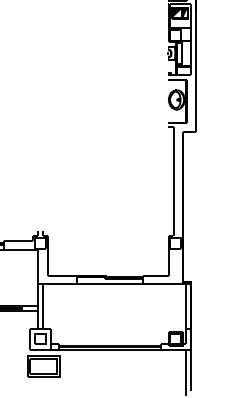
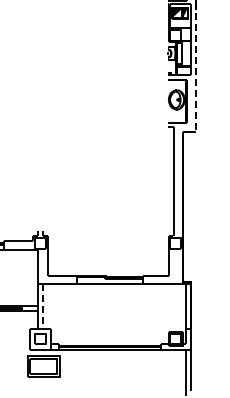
line at (195, 66): solid -> dashed
line at (43, 306): solid -> dashed
